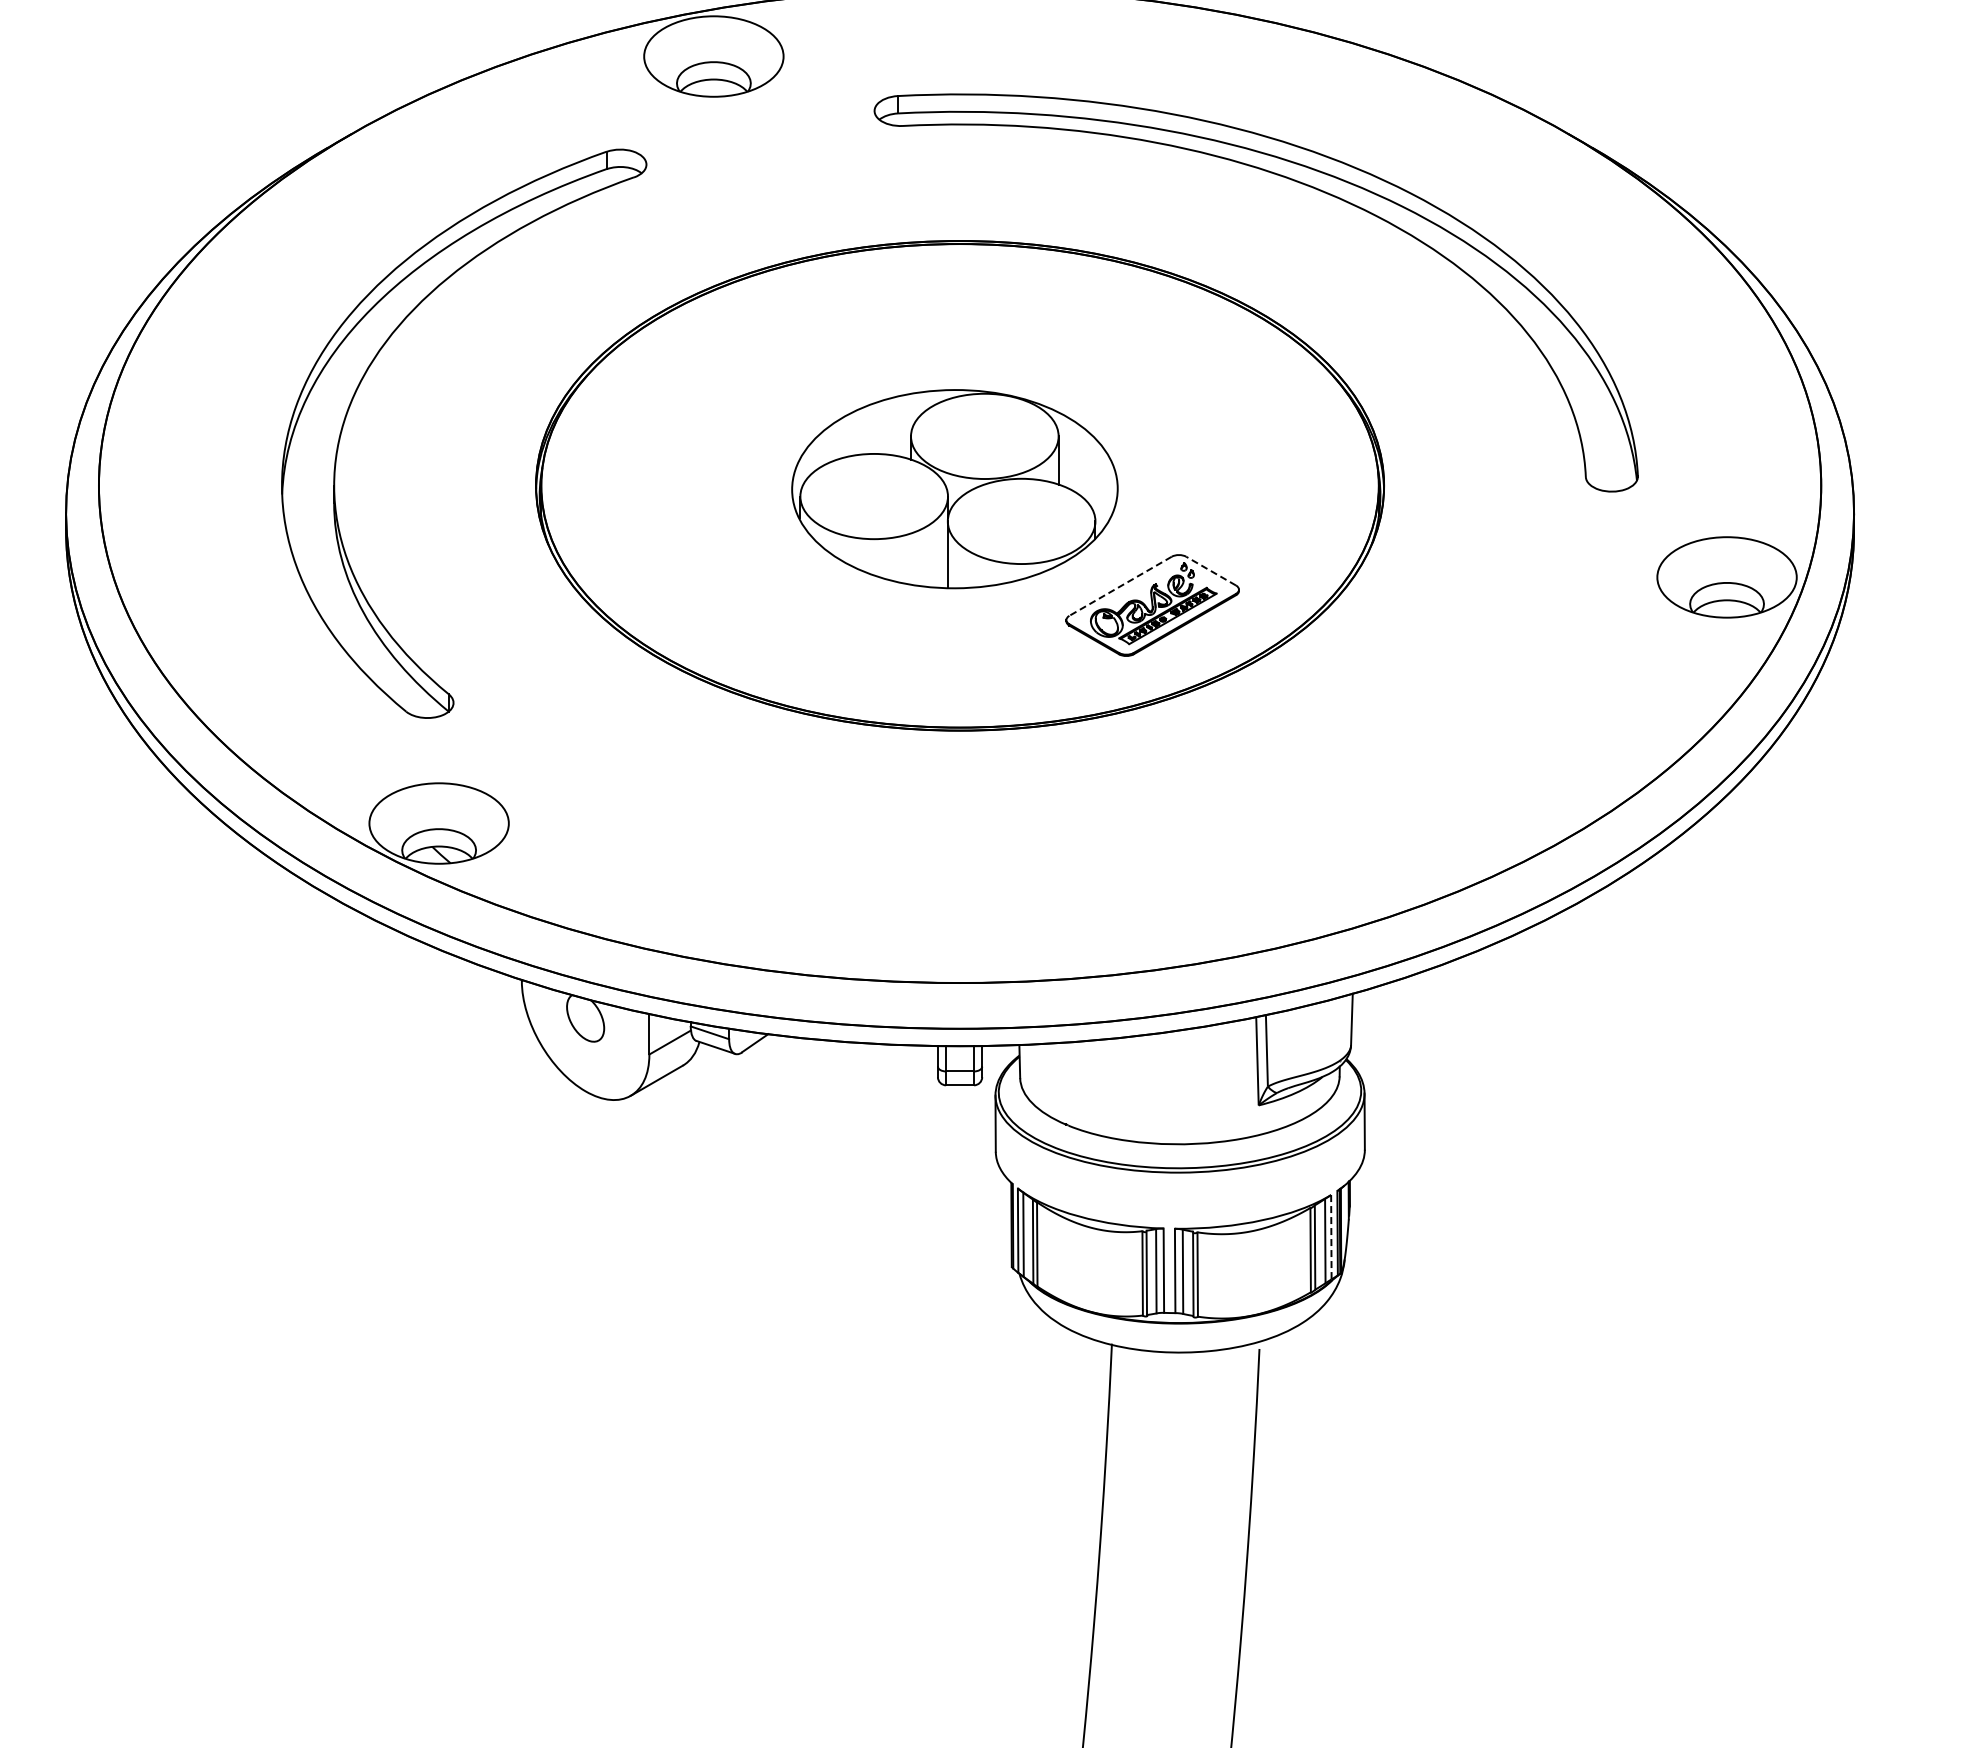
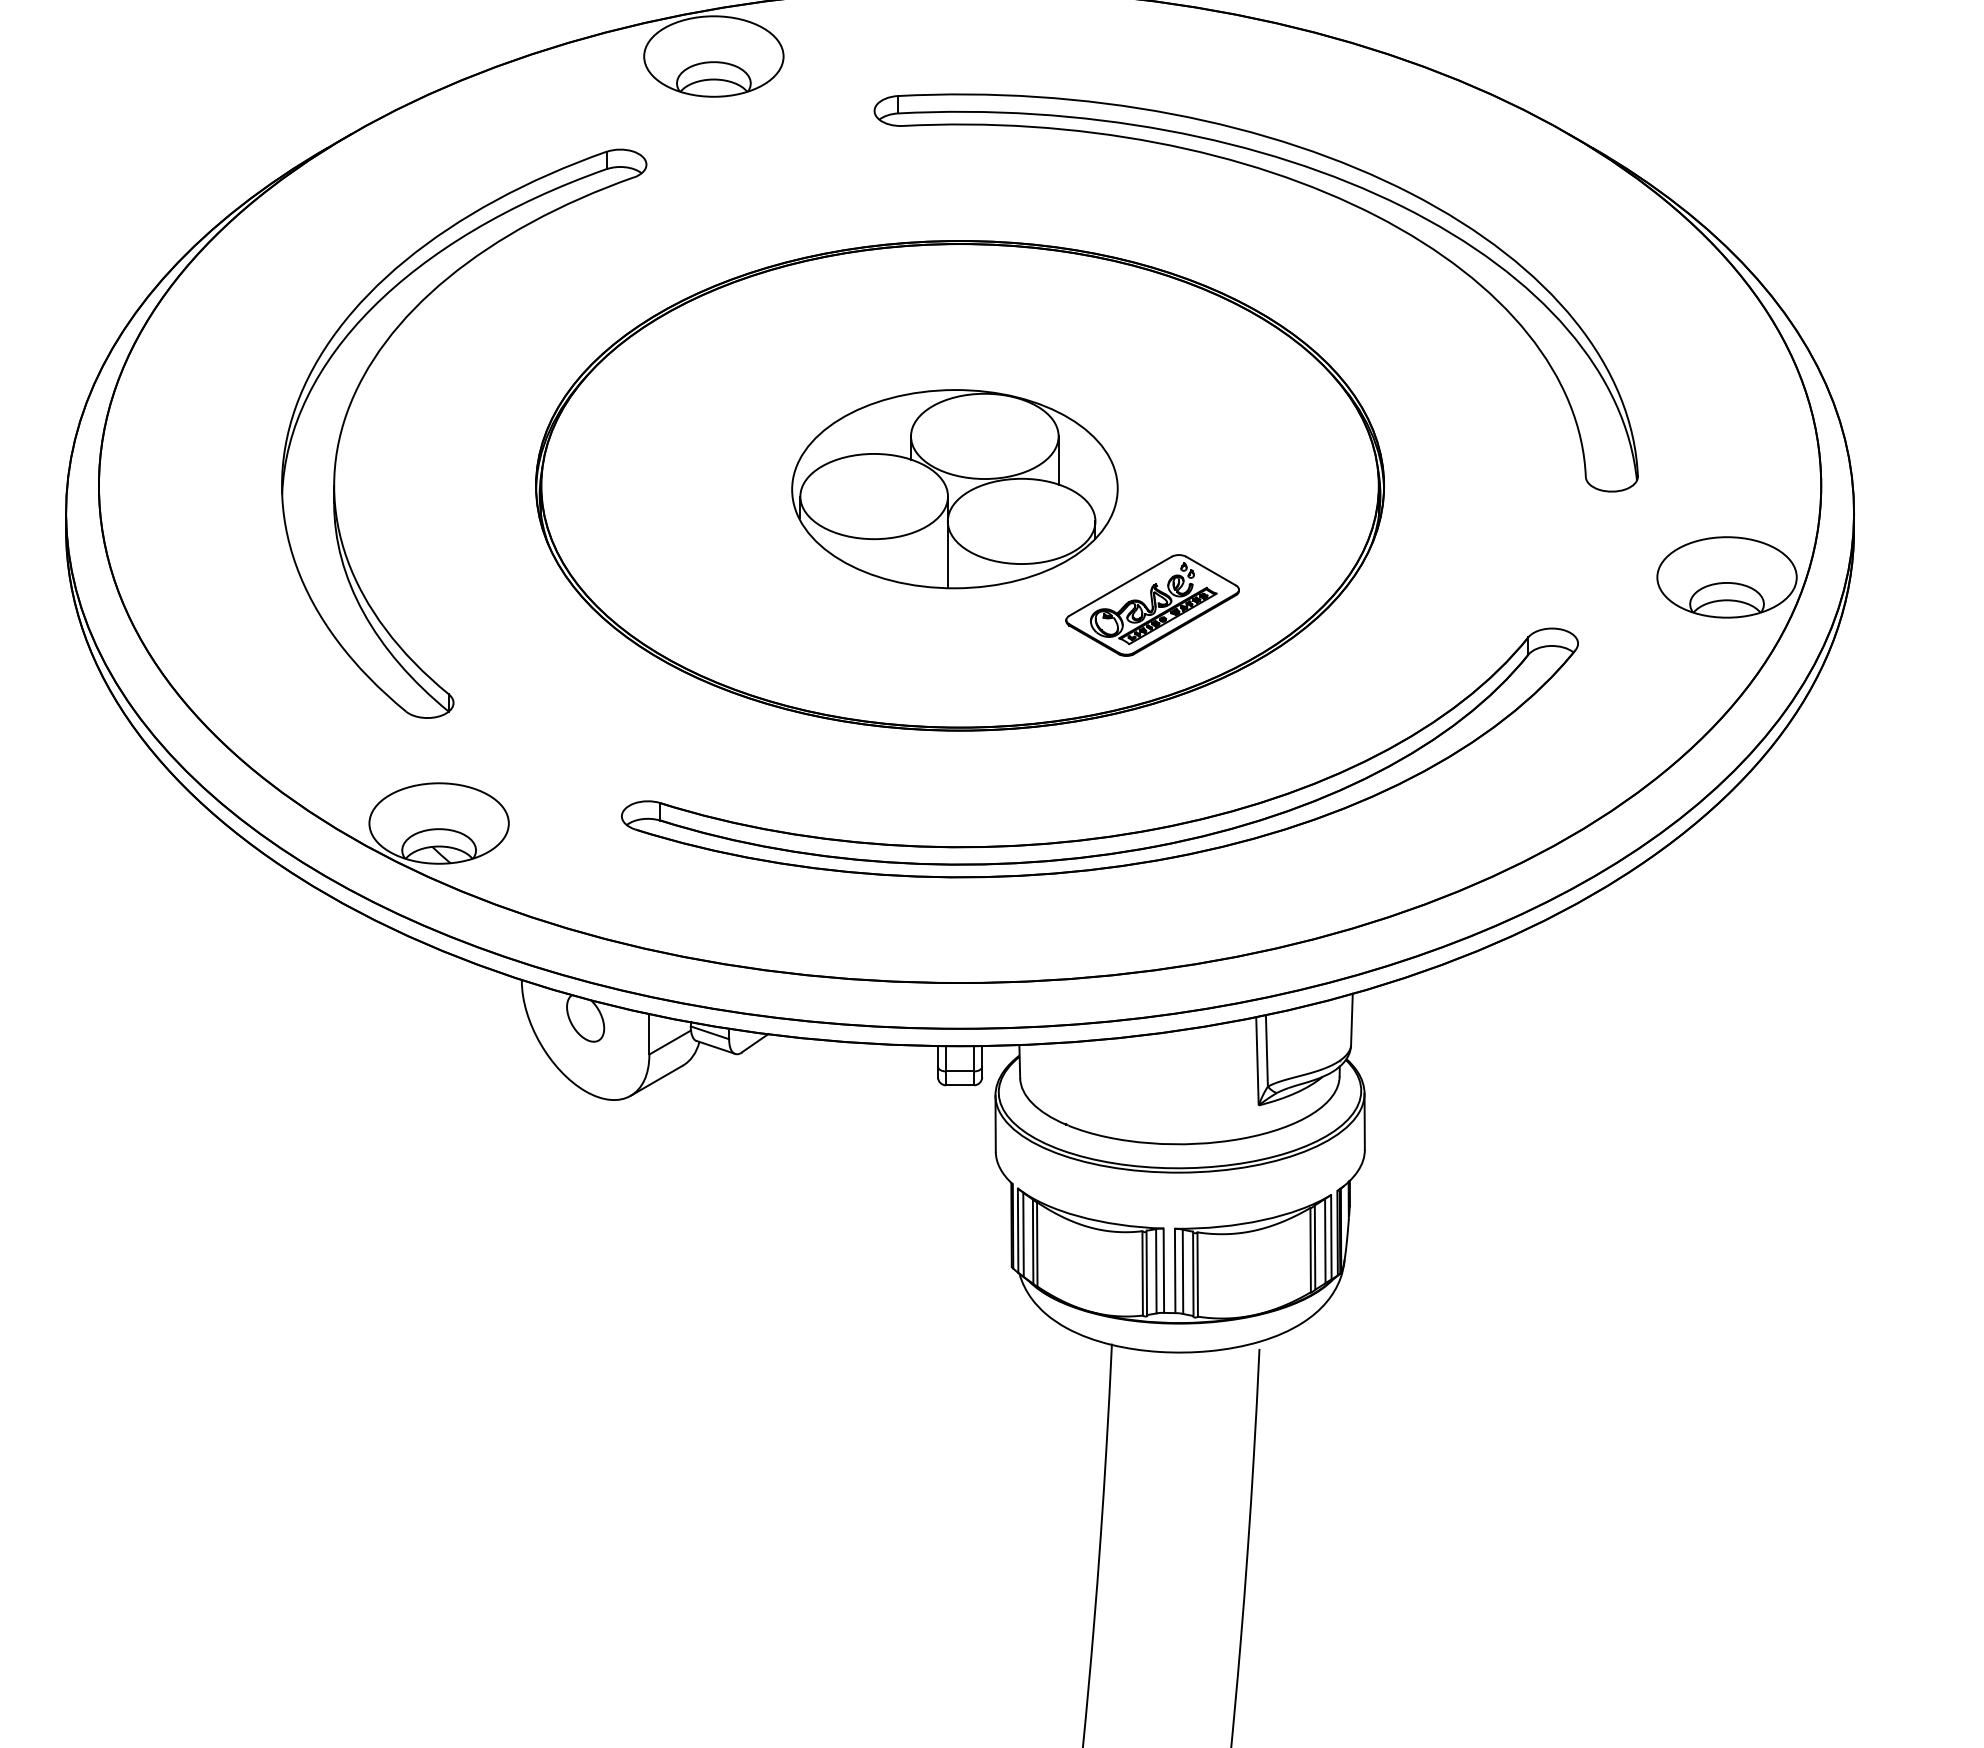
line at (1211, 571): dashed -> solid
line at (1120, 586): dashed -> solid
part at (1115, 834): none -> present
line at (1331, 1237): dashed -> solid
